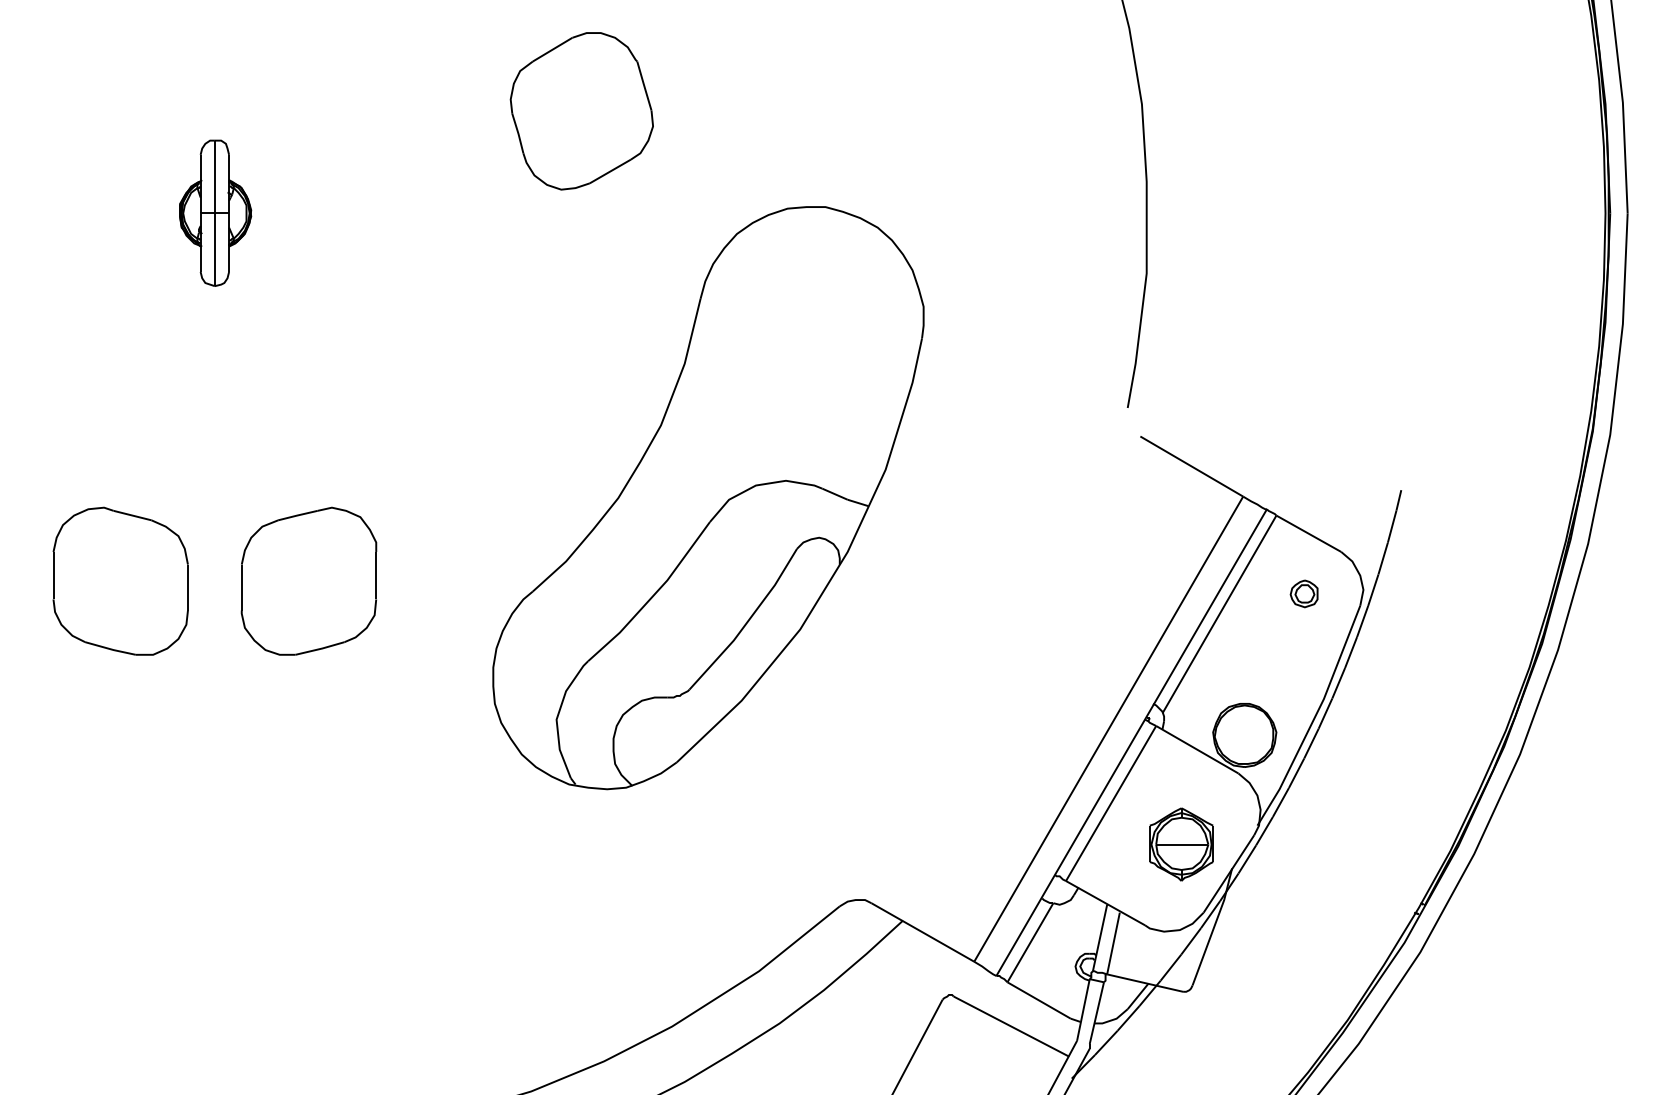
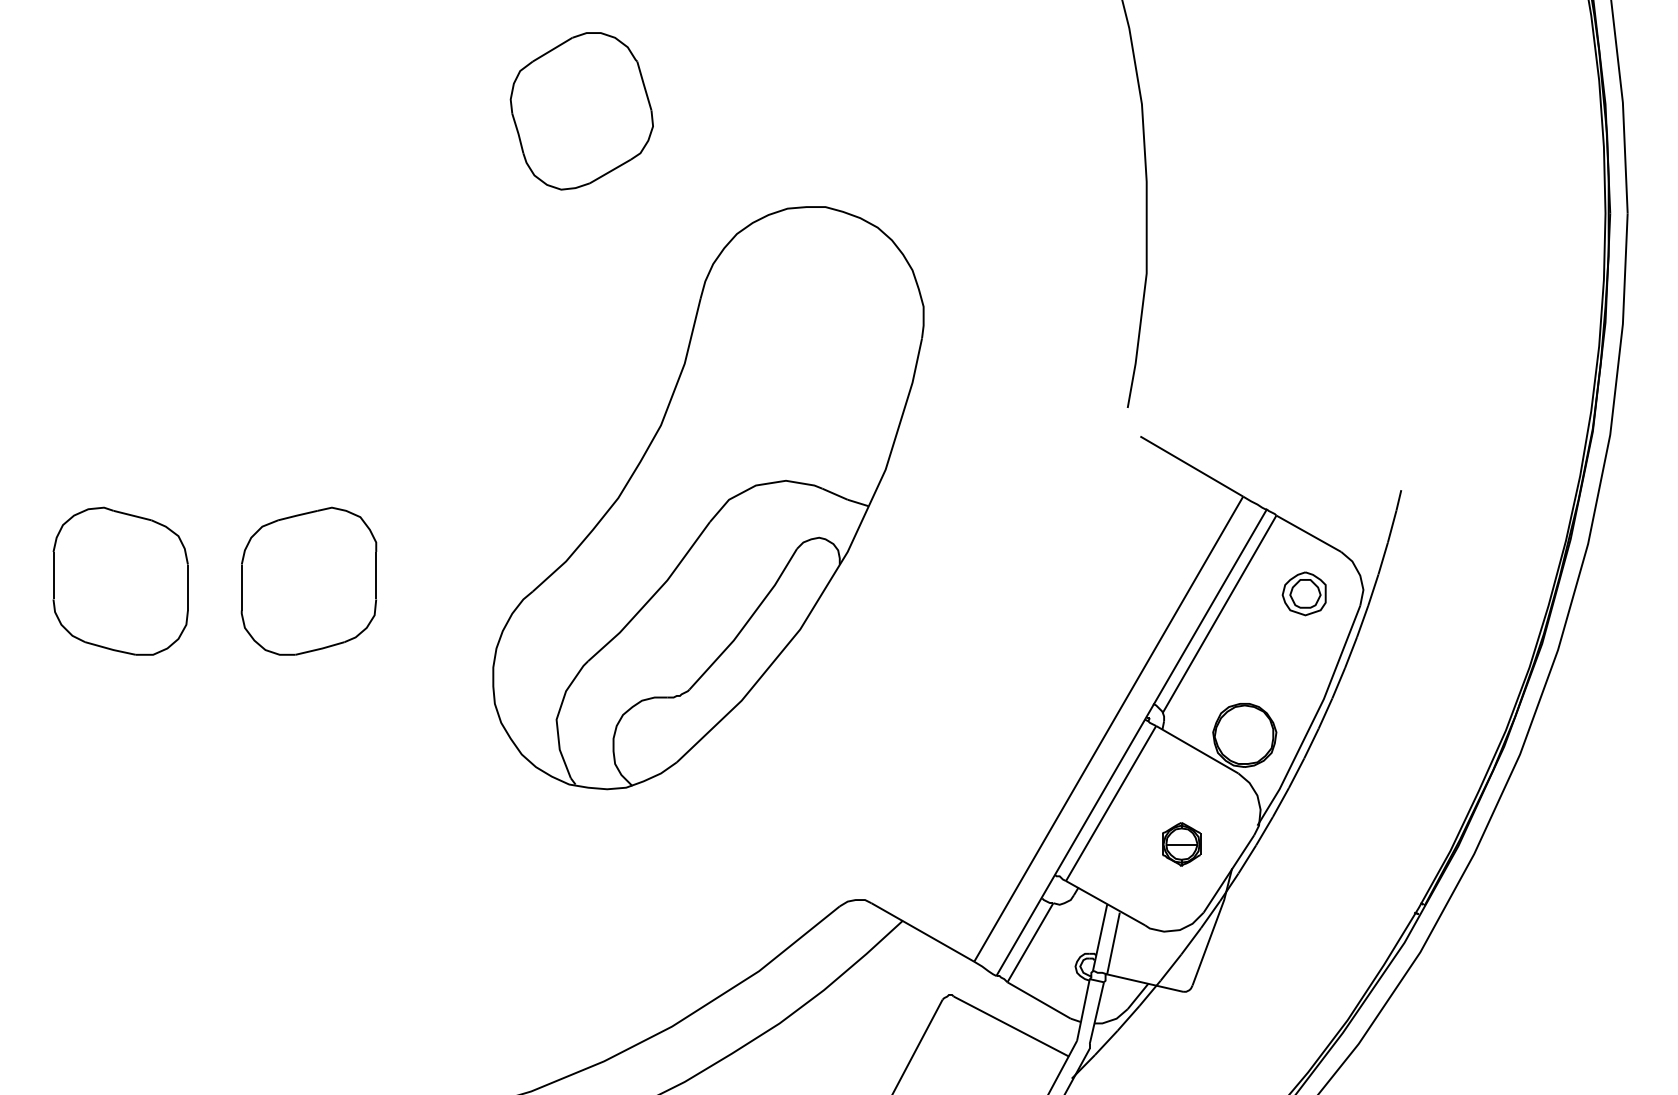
part at (215, 212): present -> none
part at (1303, 593) size: 30x30 px -> 46x46 px
part at (1181, 844) size: 65x75 px -> 40x45 px
